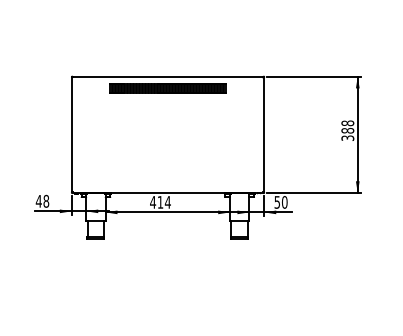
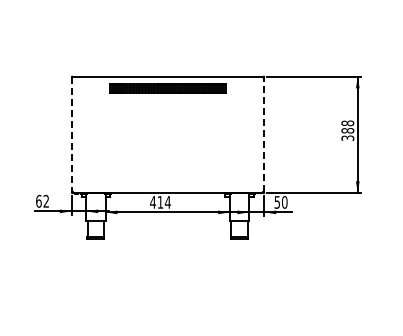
line at (264, 134): solid -> dashed
line at (71, 135): solid -> dashed
text at (42, 200): 48 -> 62
